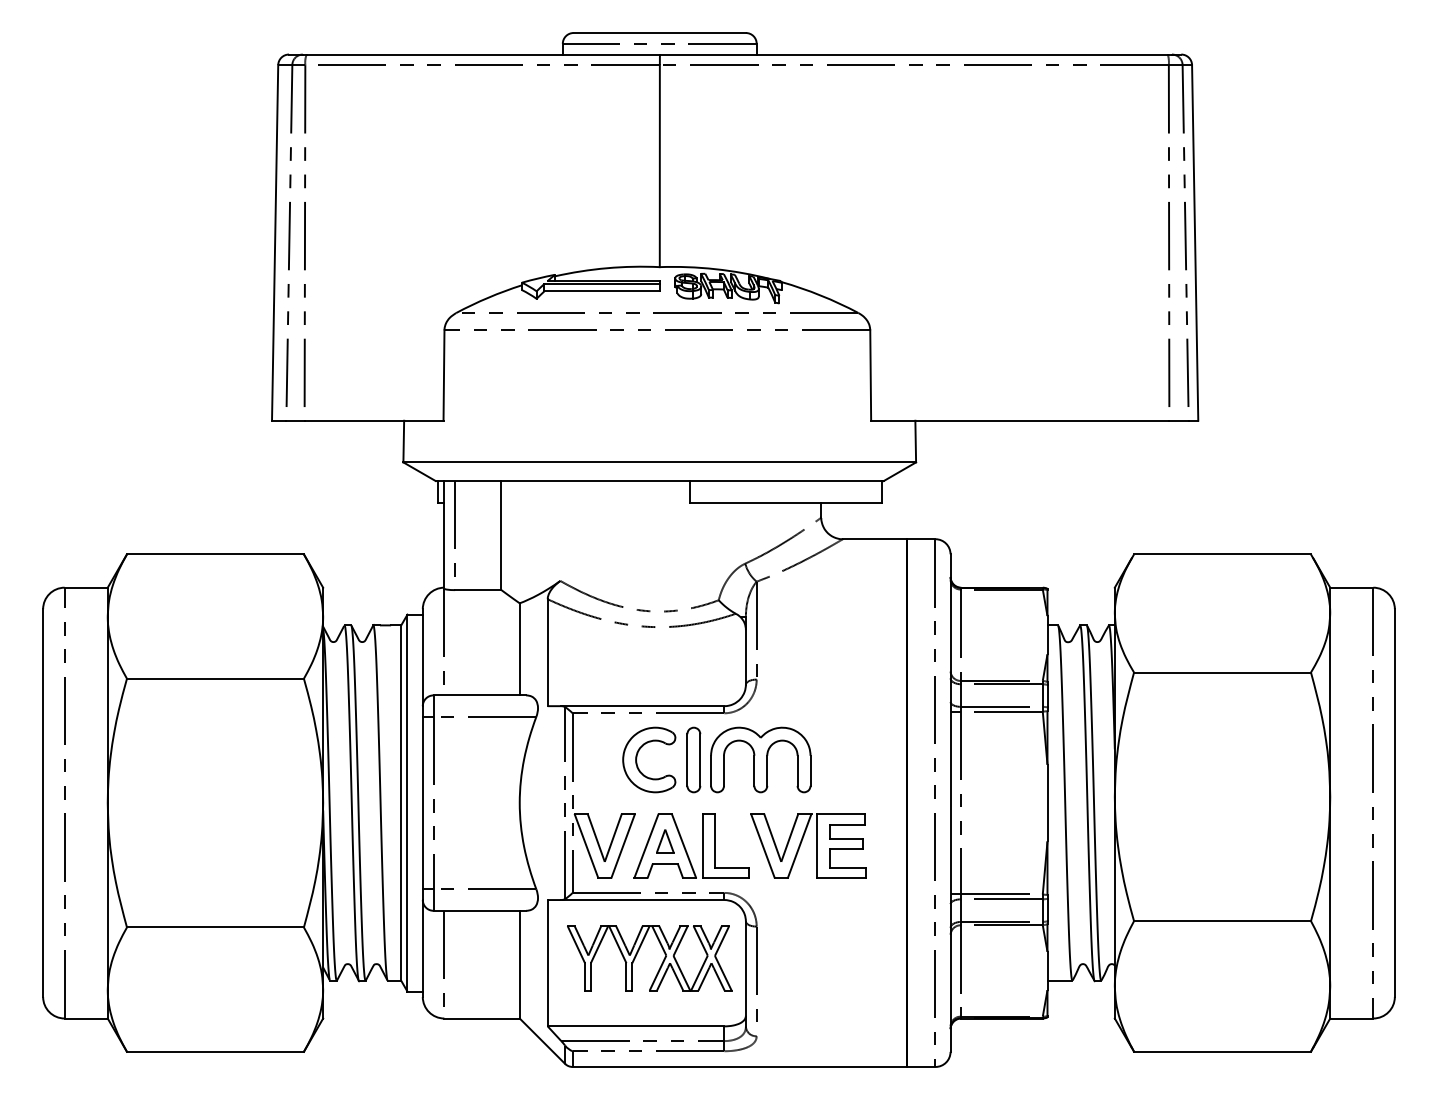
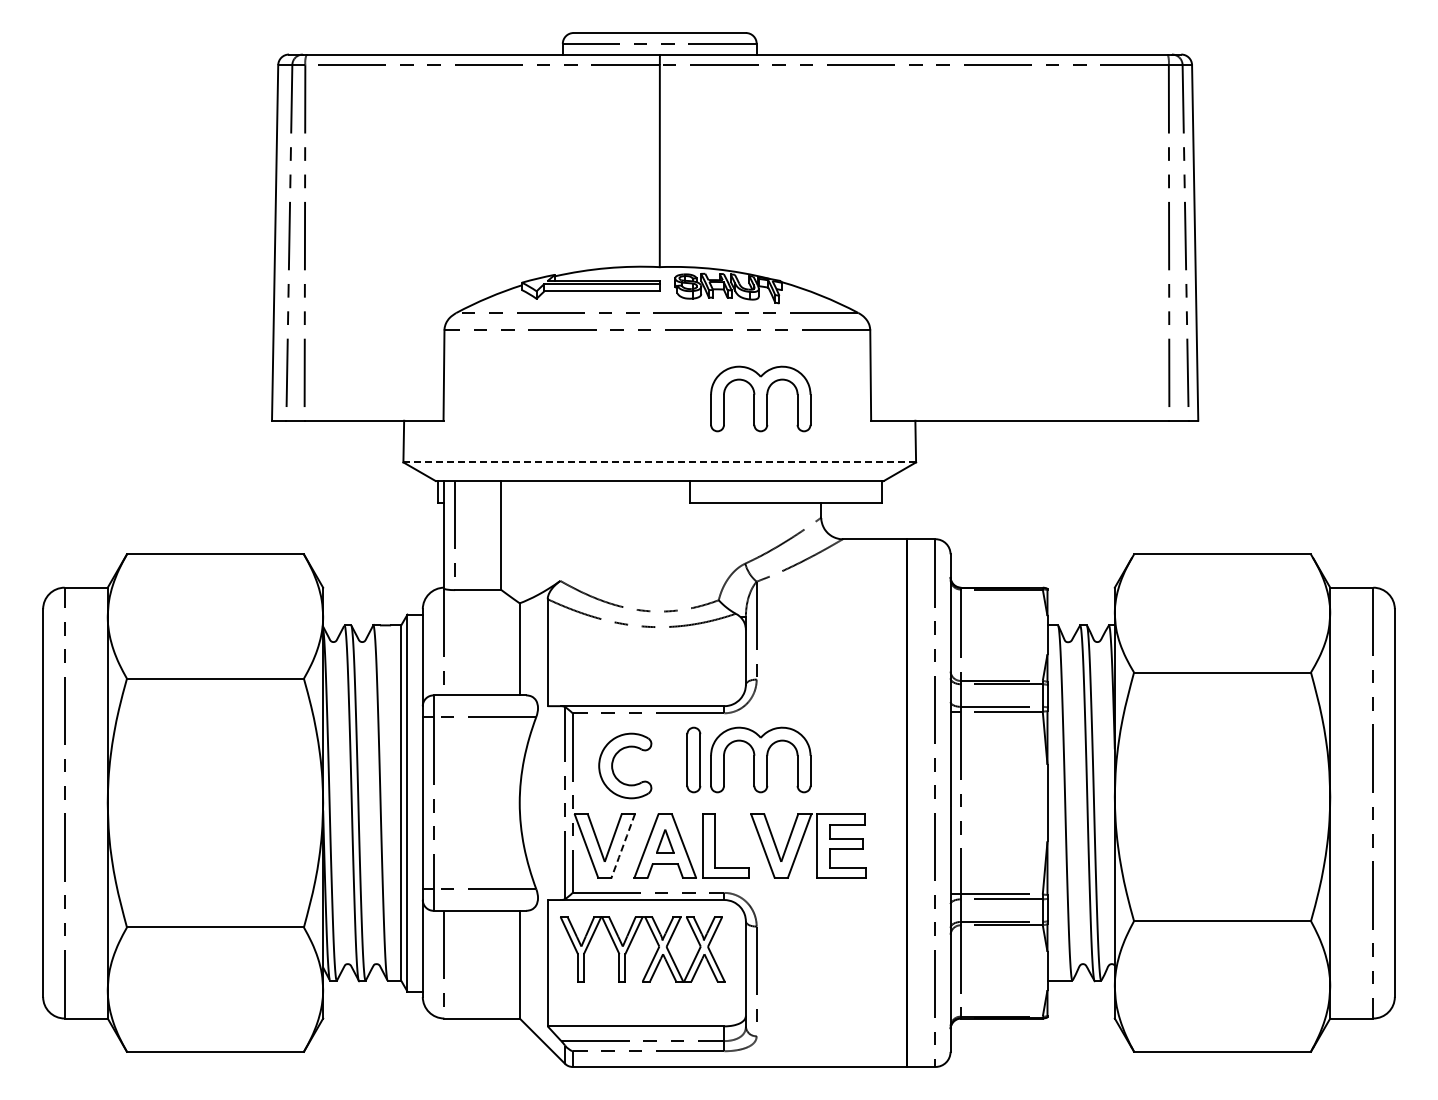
part at (760, 398): none -> present
line at (659, 462): solid -> dashed
part at (637, 758) position: (637, 758) -> (613, 764)
line at (623, 846): solid -> dashed
part at (638, 952) position: (638, 952) -> (631, 943)
